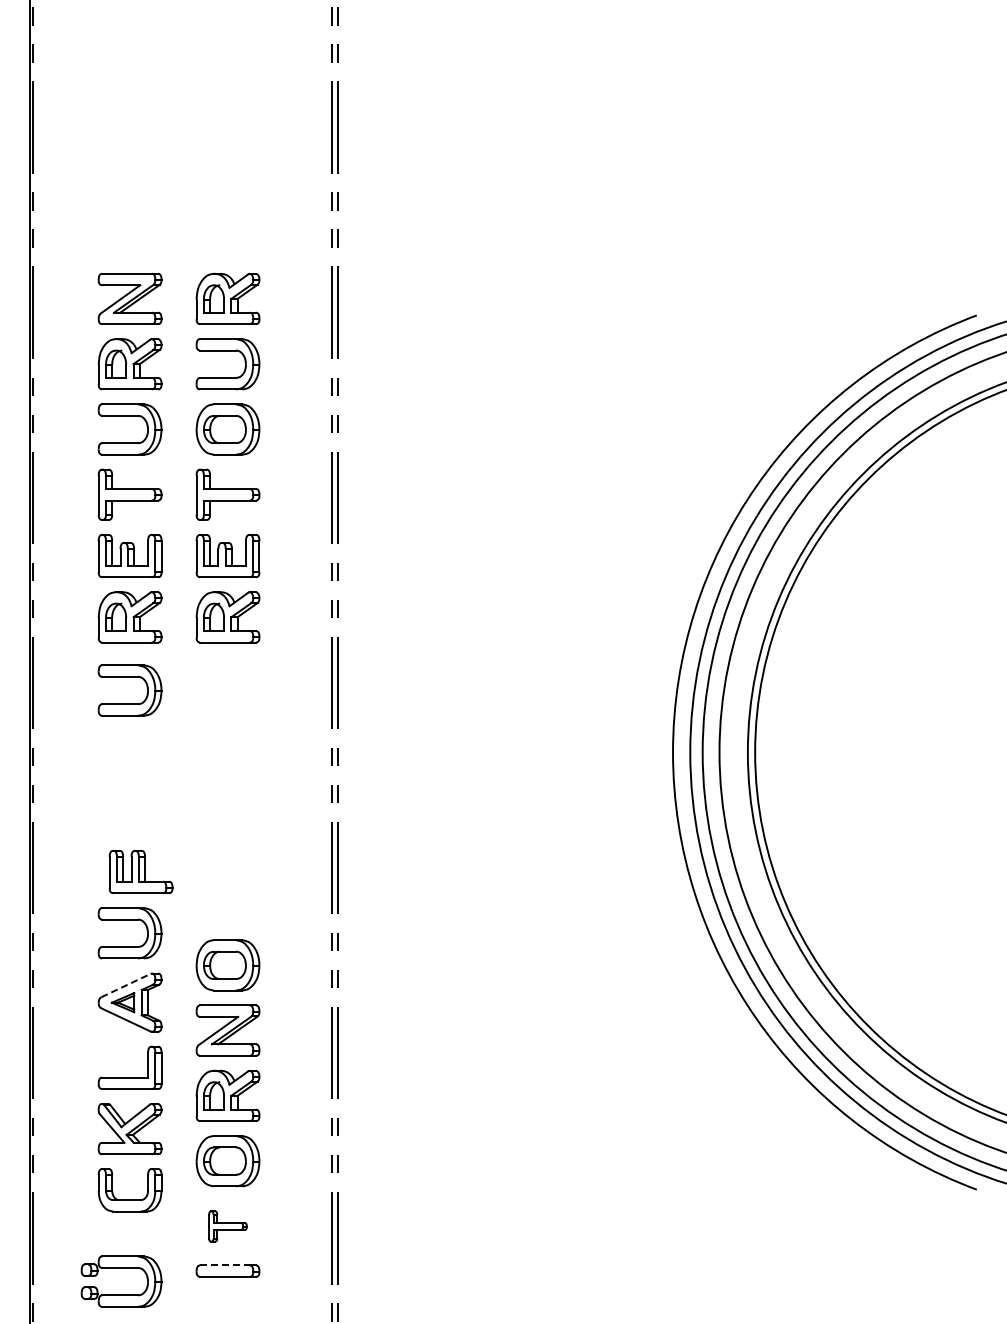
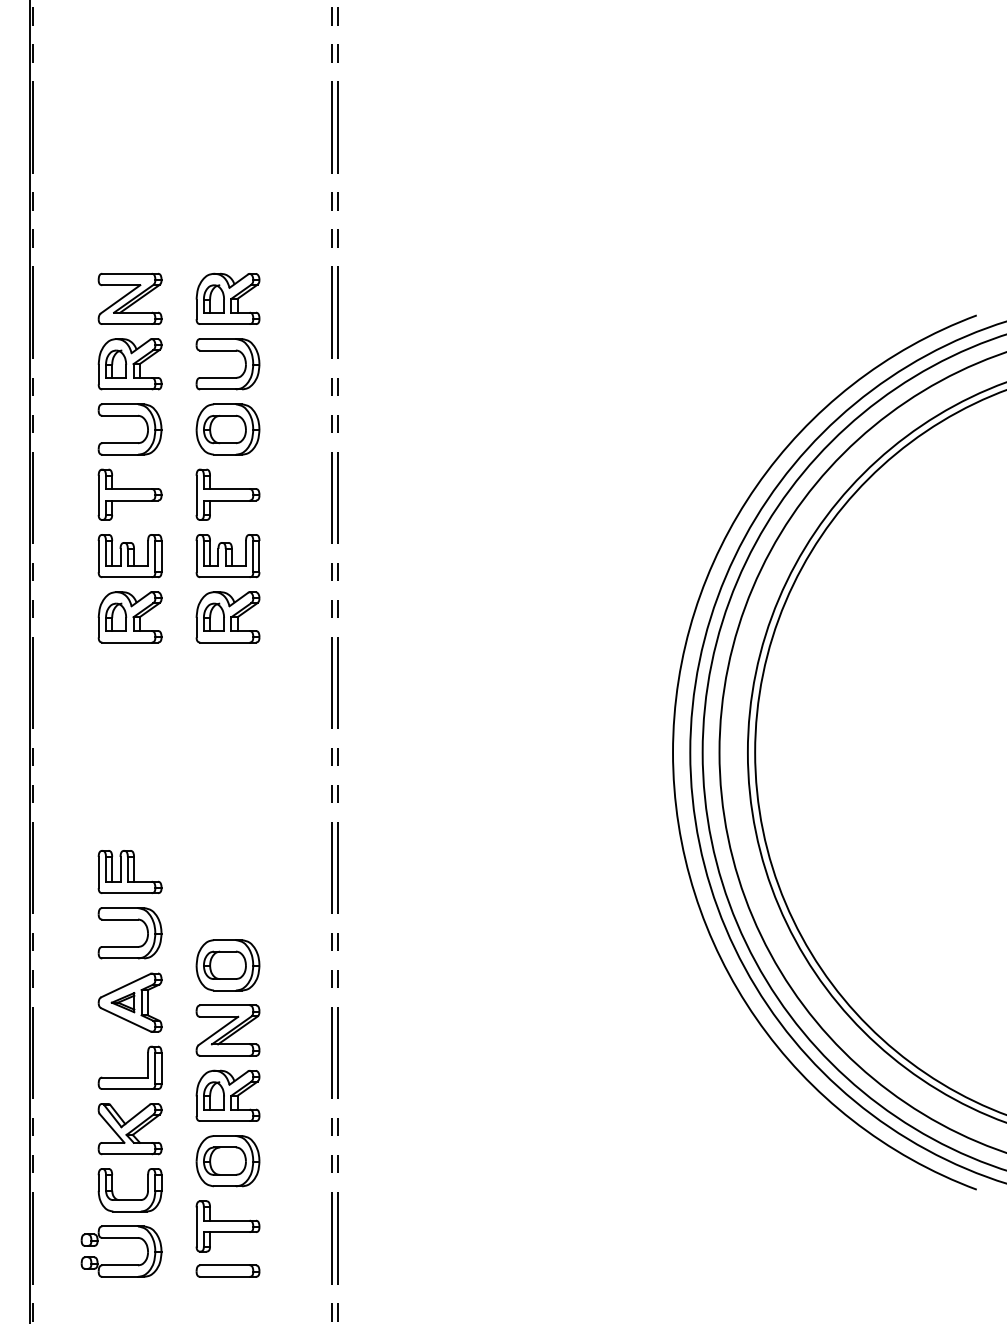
part at (129, 677): present -> none
part at (140, 871) position: (140, 871) -> (129, 871)
line at (126, 985): dashed -> solid
part at (227, 1226) size: 40x33 px -> 66x53 px
line at (224, 1265): dashed -> solid
part at (121, 1268) position: (121, 1268) -> (121, 1238)
